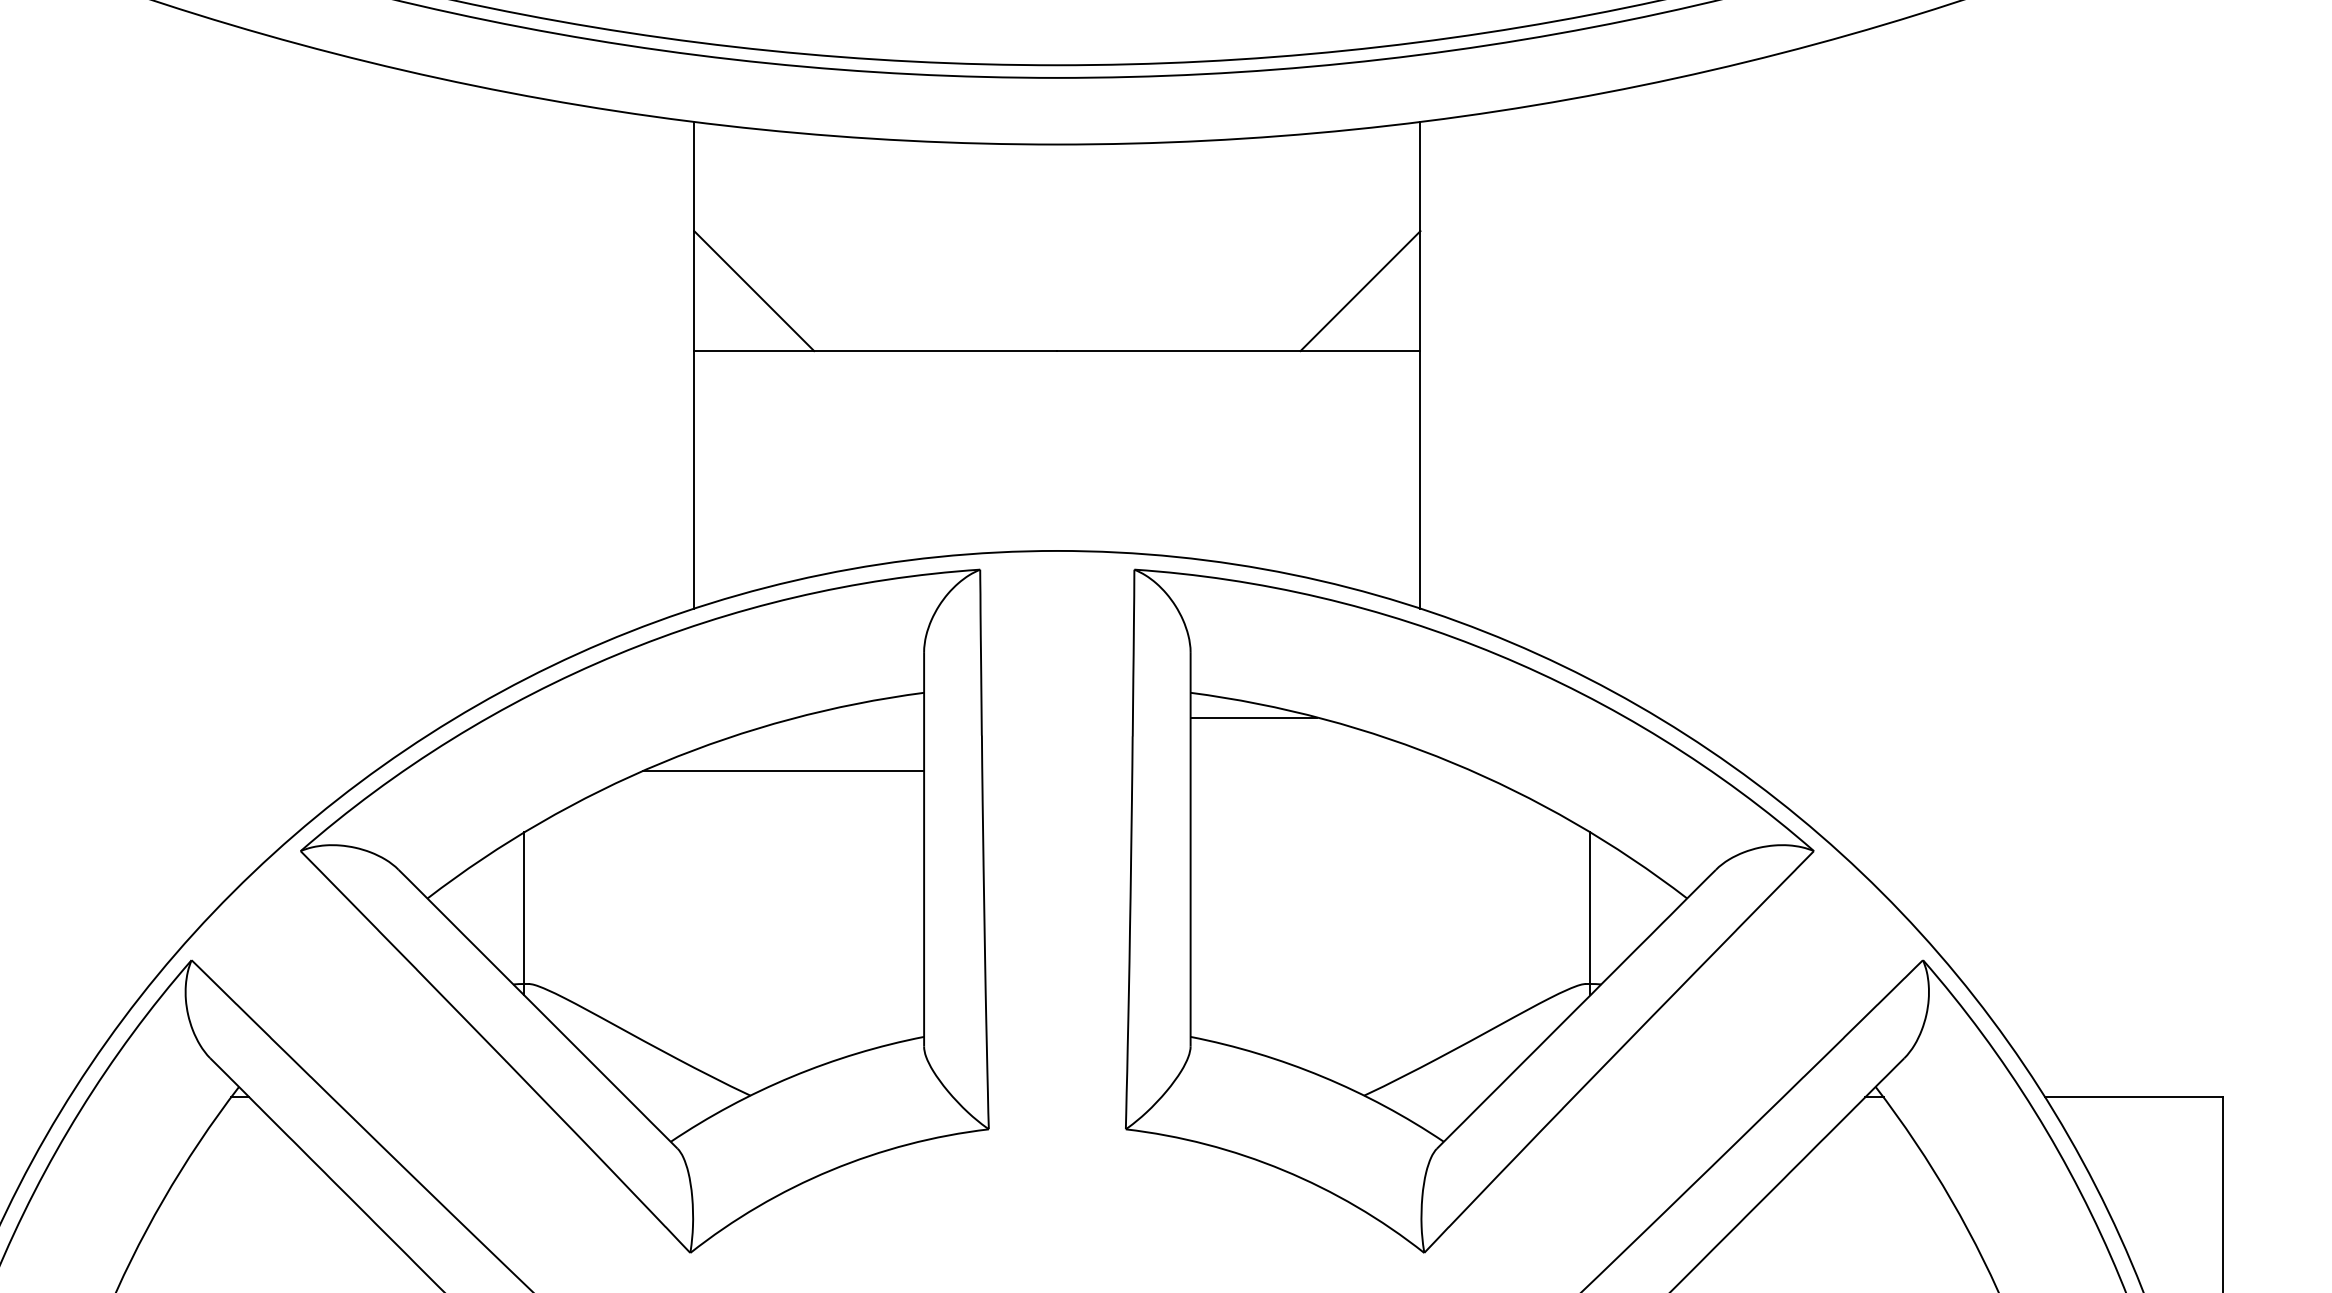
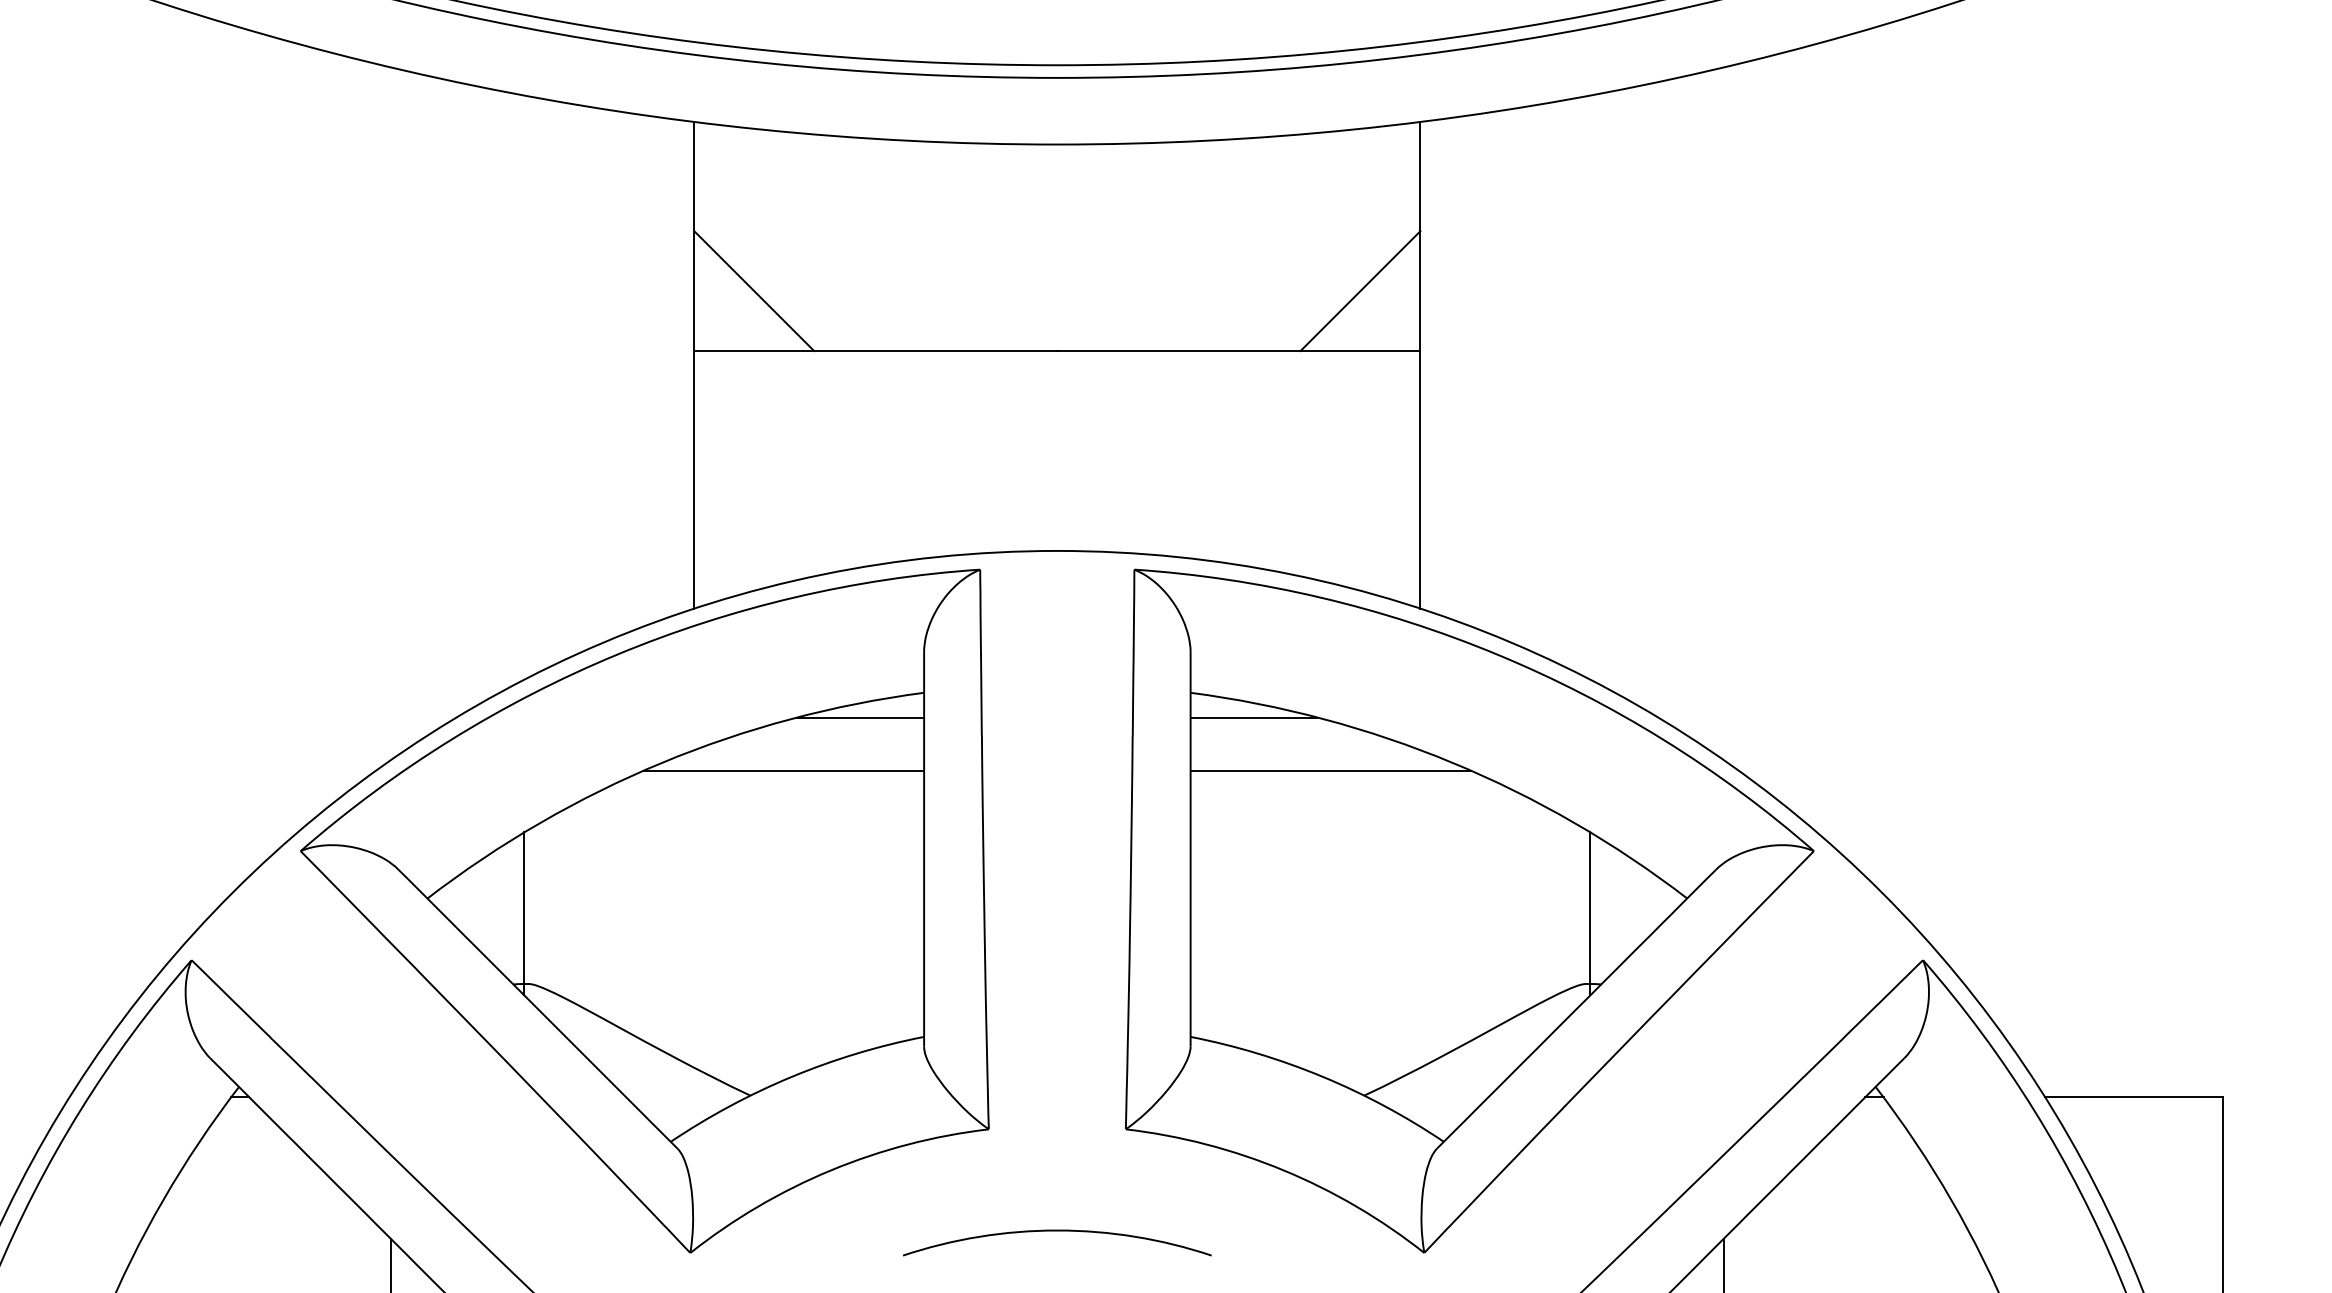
line at (860, 717): none -> present
line at (1330, 770): none -> present
arc at (1057, 1231): none -> present
line at (391, 1264): none -> present
line at (1723, 1264): none -> present
